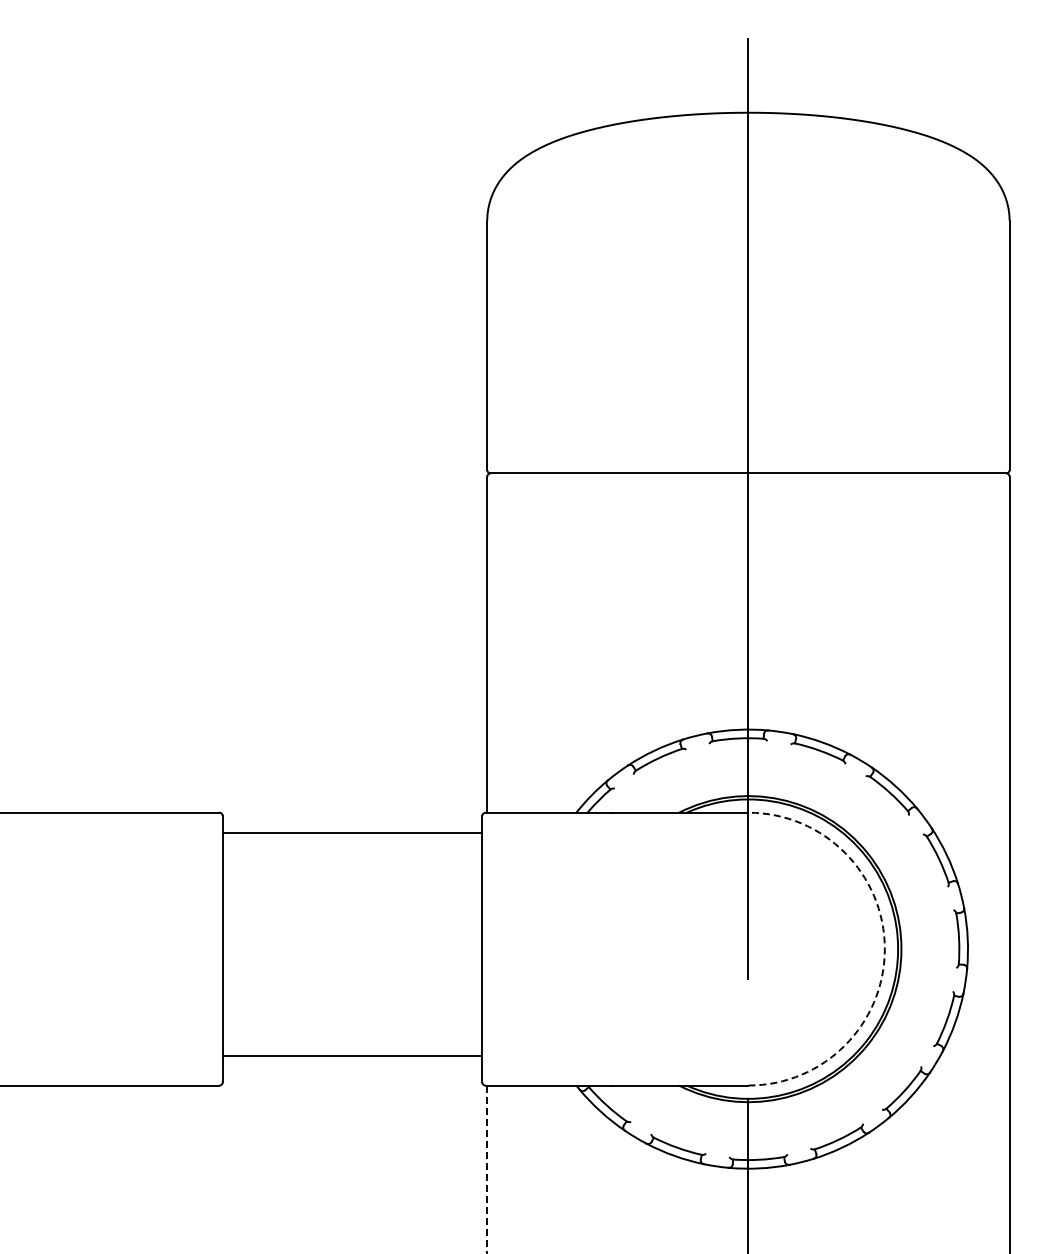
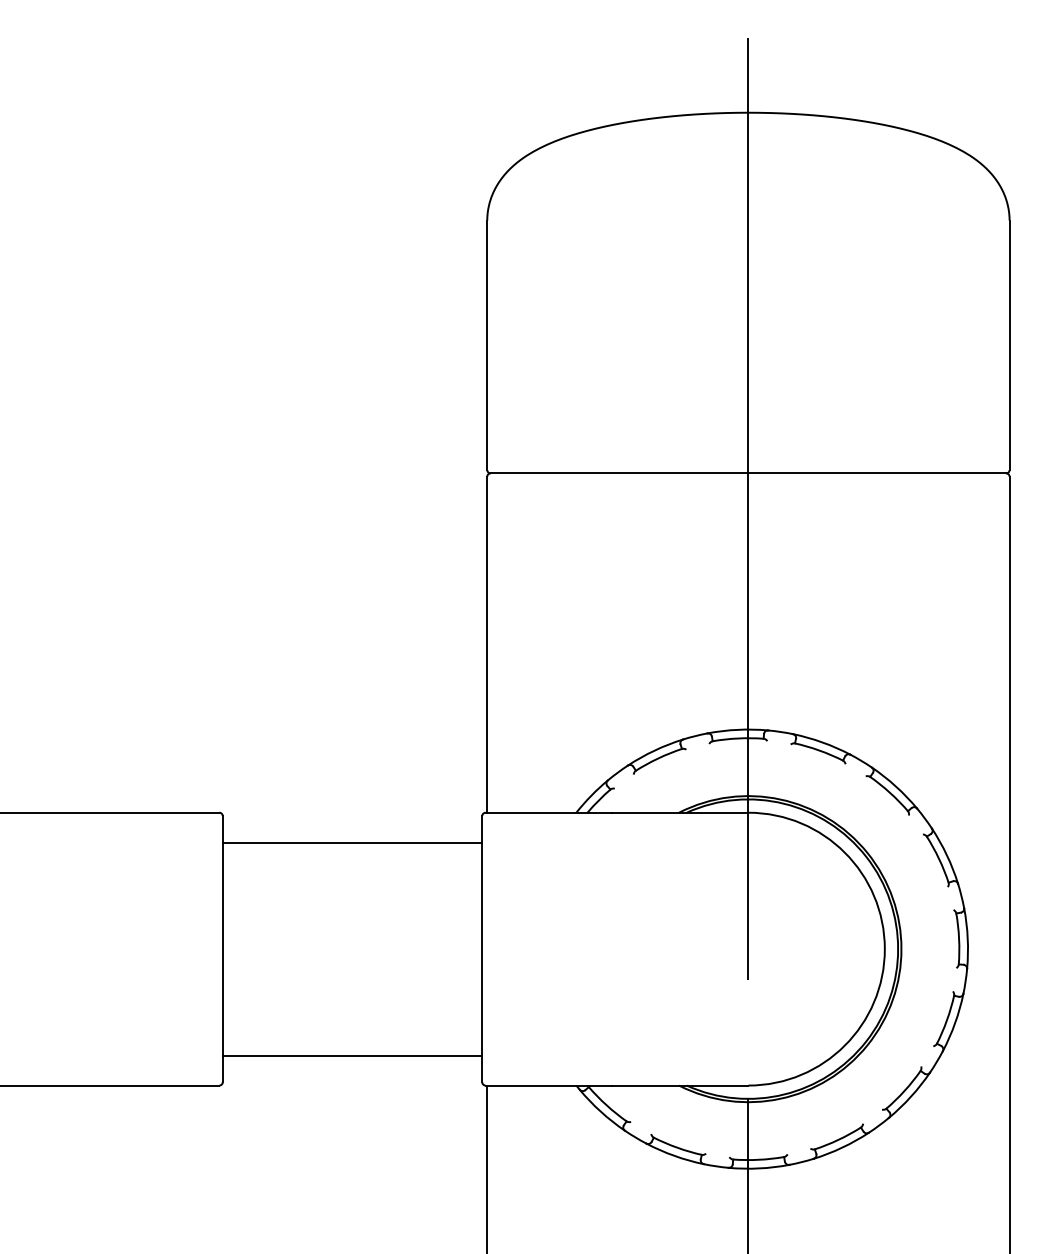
line at (352, 832) position: (352, 832) -> (352, 842)
arc at (884, 949): dashed -> solid
line at (487, 1169): dashed -> solid
